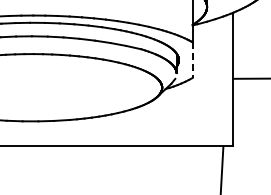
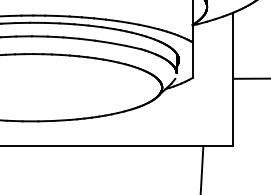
line at (192, 60): dashed -> solid
line at (221, 169) position: (221, 169) -> (201, 168)
